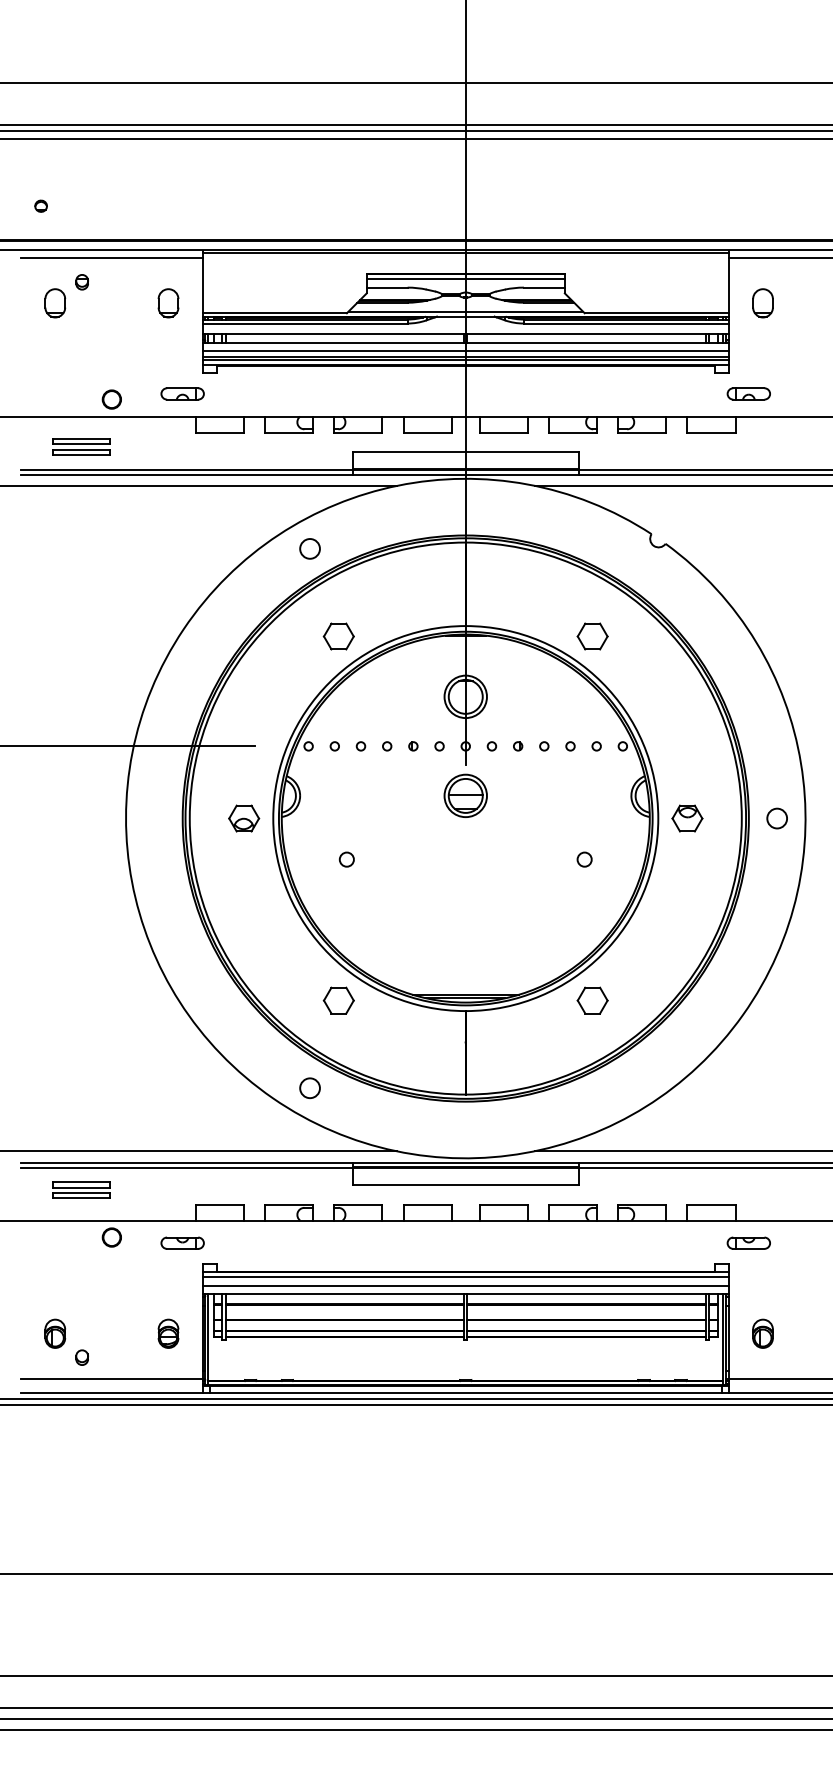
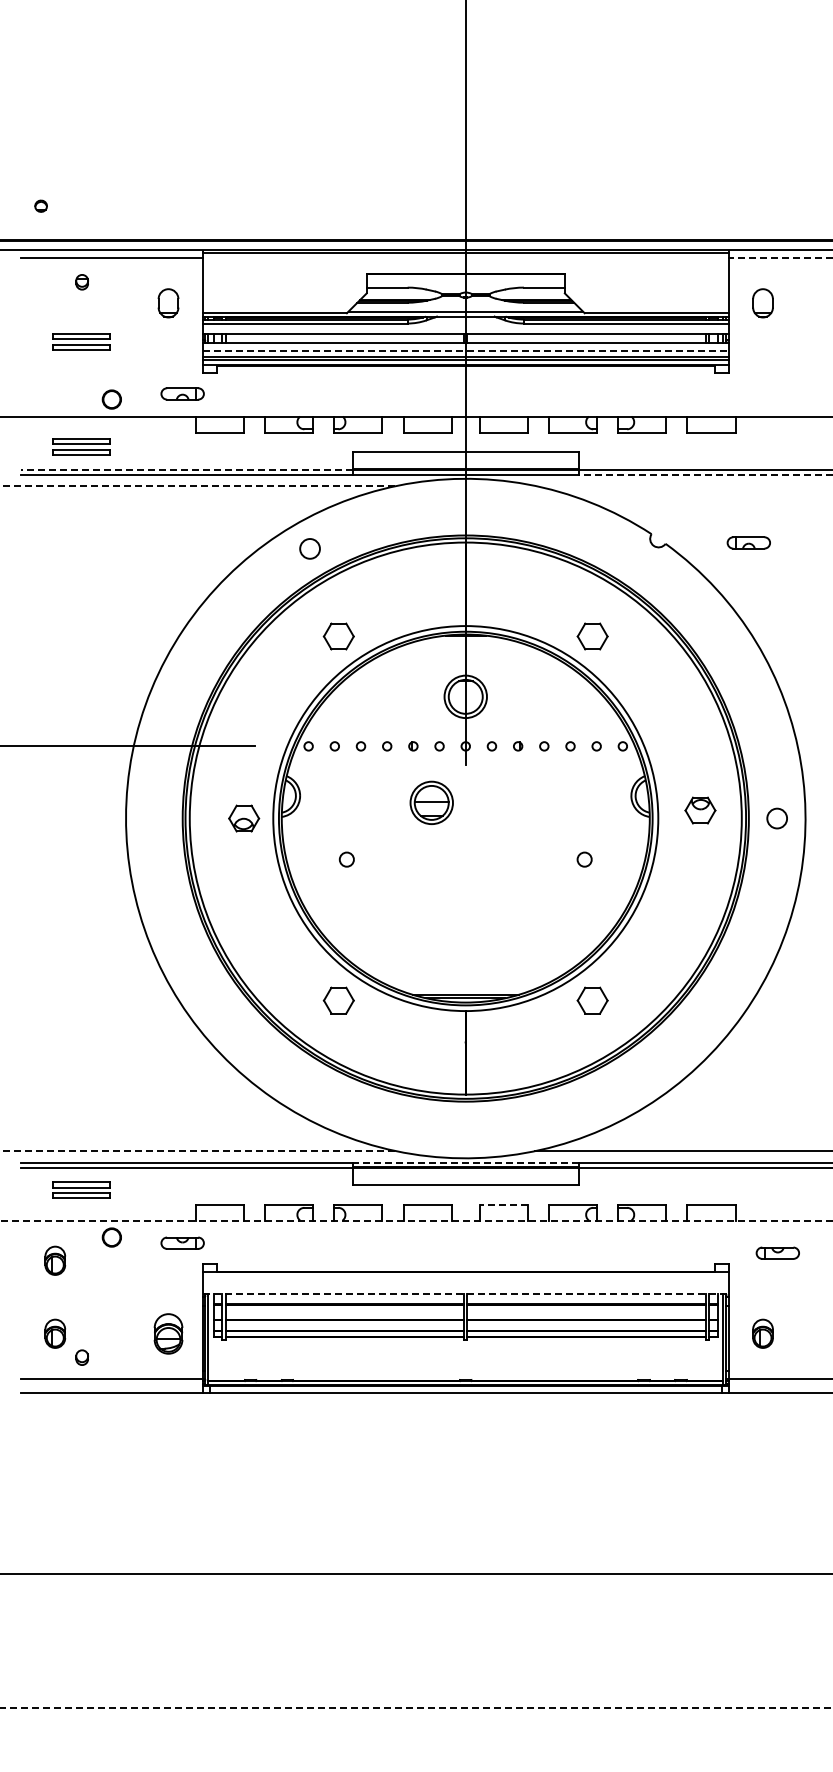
line at (415, 82): present -> none
line at (415, 125): present -> none
line at (415, 130): present -> none
line at (415, 139): present -> none
line at (780, 258): solid -> dashed
line at (465, 278): present -> none
part at (55, 303): present -> none
part at (81, 341): none -> present
line at (466, 351): solid -> dashed
part at (748, 393) position: (748, 393) -> (748, 542)
line at (186, 469): solid -> dashed
line at (705, 474): solid -> dashed
line at (198, 485): solid -> dashed
line at (681, 485): present -> none
part at (465, 795) position: (465, 795) -> (431, 802)
part at (687, 818) position: (687, 818) -> (700, 810)
circle at (309, 1087): present -> none
line at (198, 1151): solid -> dashed
line at (465, 1162): solid -> dashed
line at (503, 1204): solid -> dashed
line at (416, 1220): solid -> dashed
part at (748, 1242) position: (748, 1242) -> (777, 1252)
part at (55, 1260): none -> present
line at (465, 1277): present -> none
line at (465, 1285): present -> none
line at (466, 1294): solid -> dashed
part at (168, 1333) size: 23x31 px -> 31x42 px
line at (415, 1398): present -> none
line at (415, 1404): present -> none
line at (415, 1676): present -> none
line at (416, 1707): solid -> dashed
line at (415, 1718): present -> none
line at (415, 1730): present -> none
